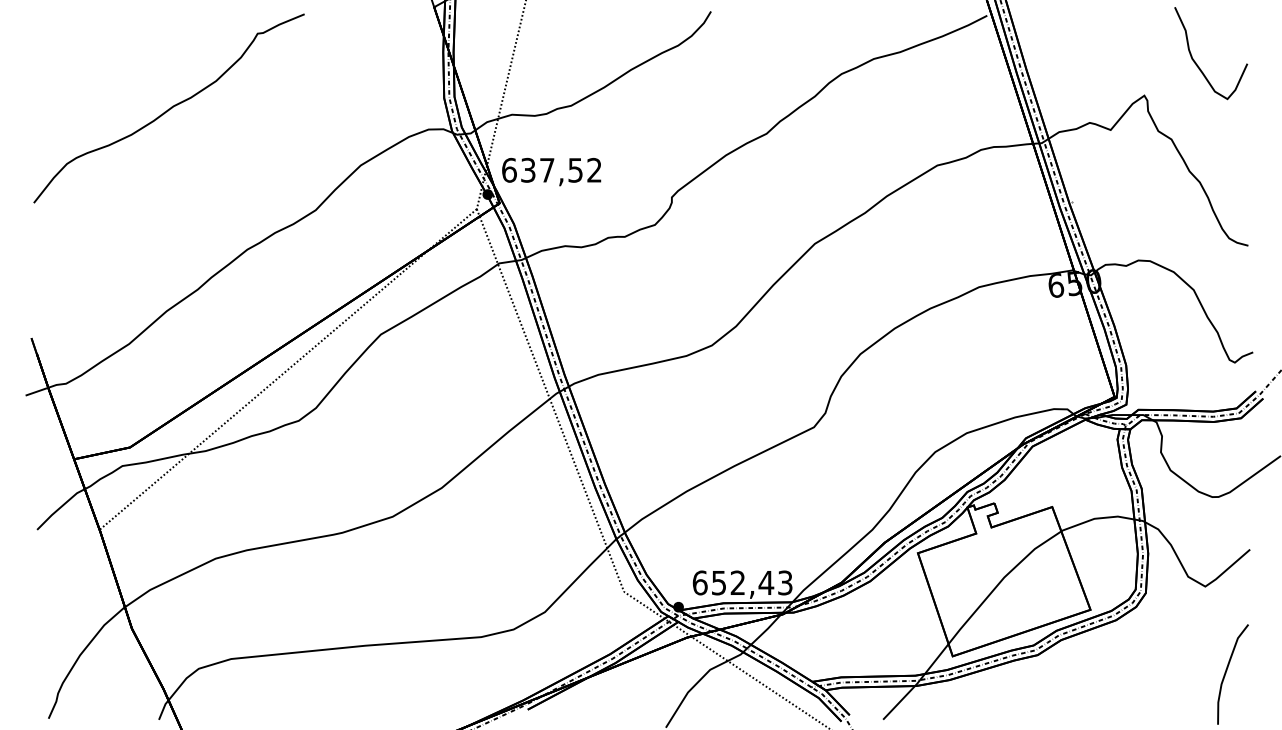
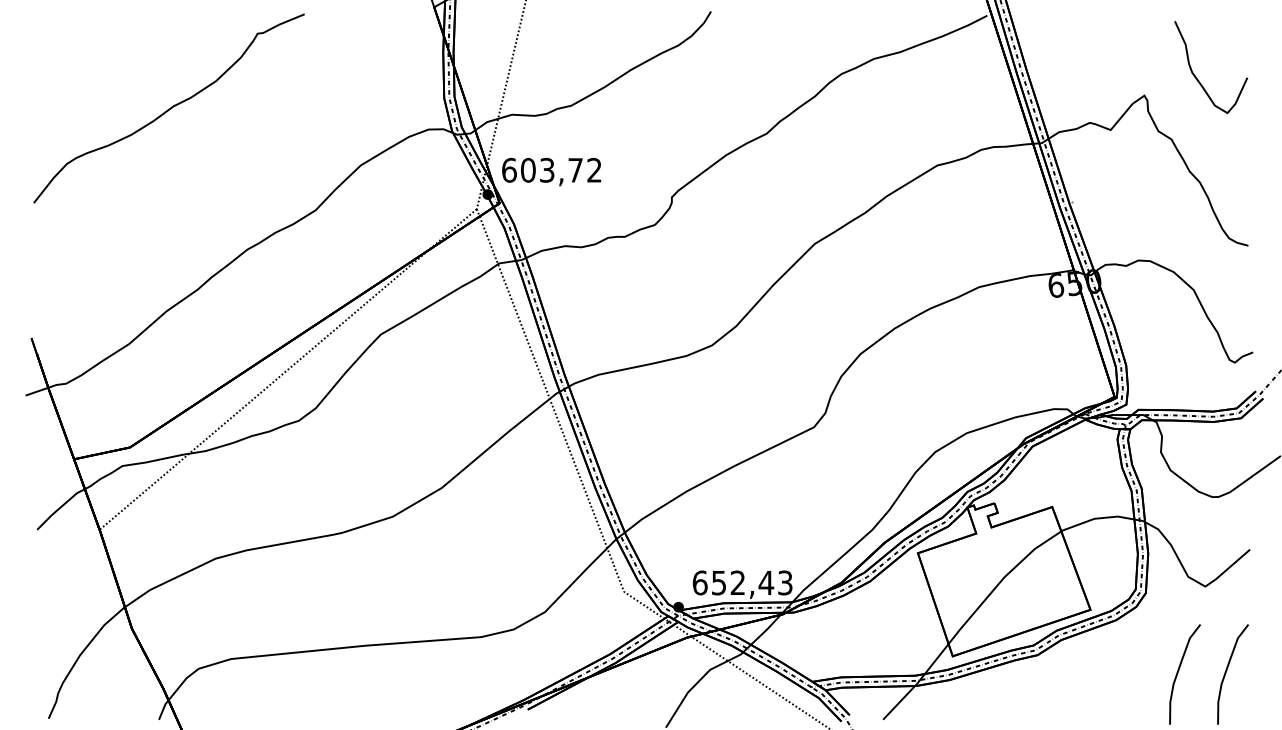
curve at (1196, 62) position: (1196, 62) -> (1196, 76)
text at (551, 169): 637,52 -> 603,72
curve at (1178, 673): none -> present
